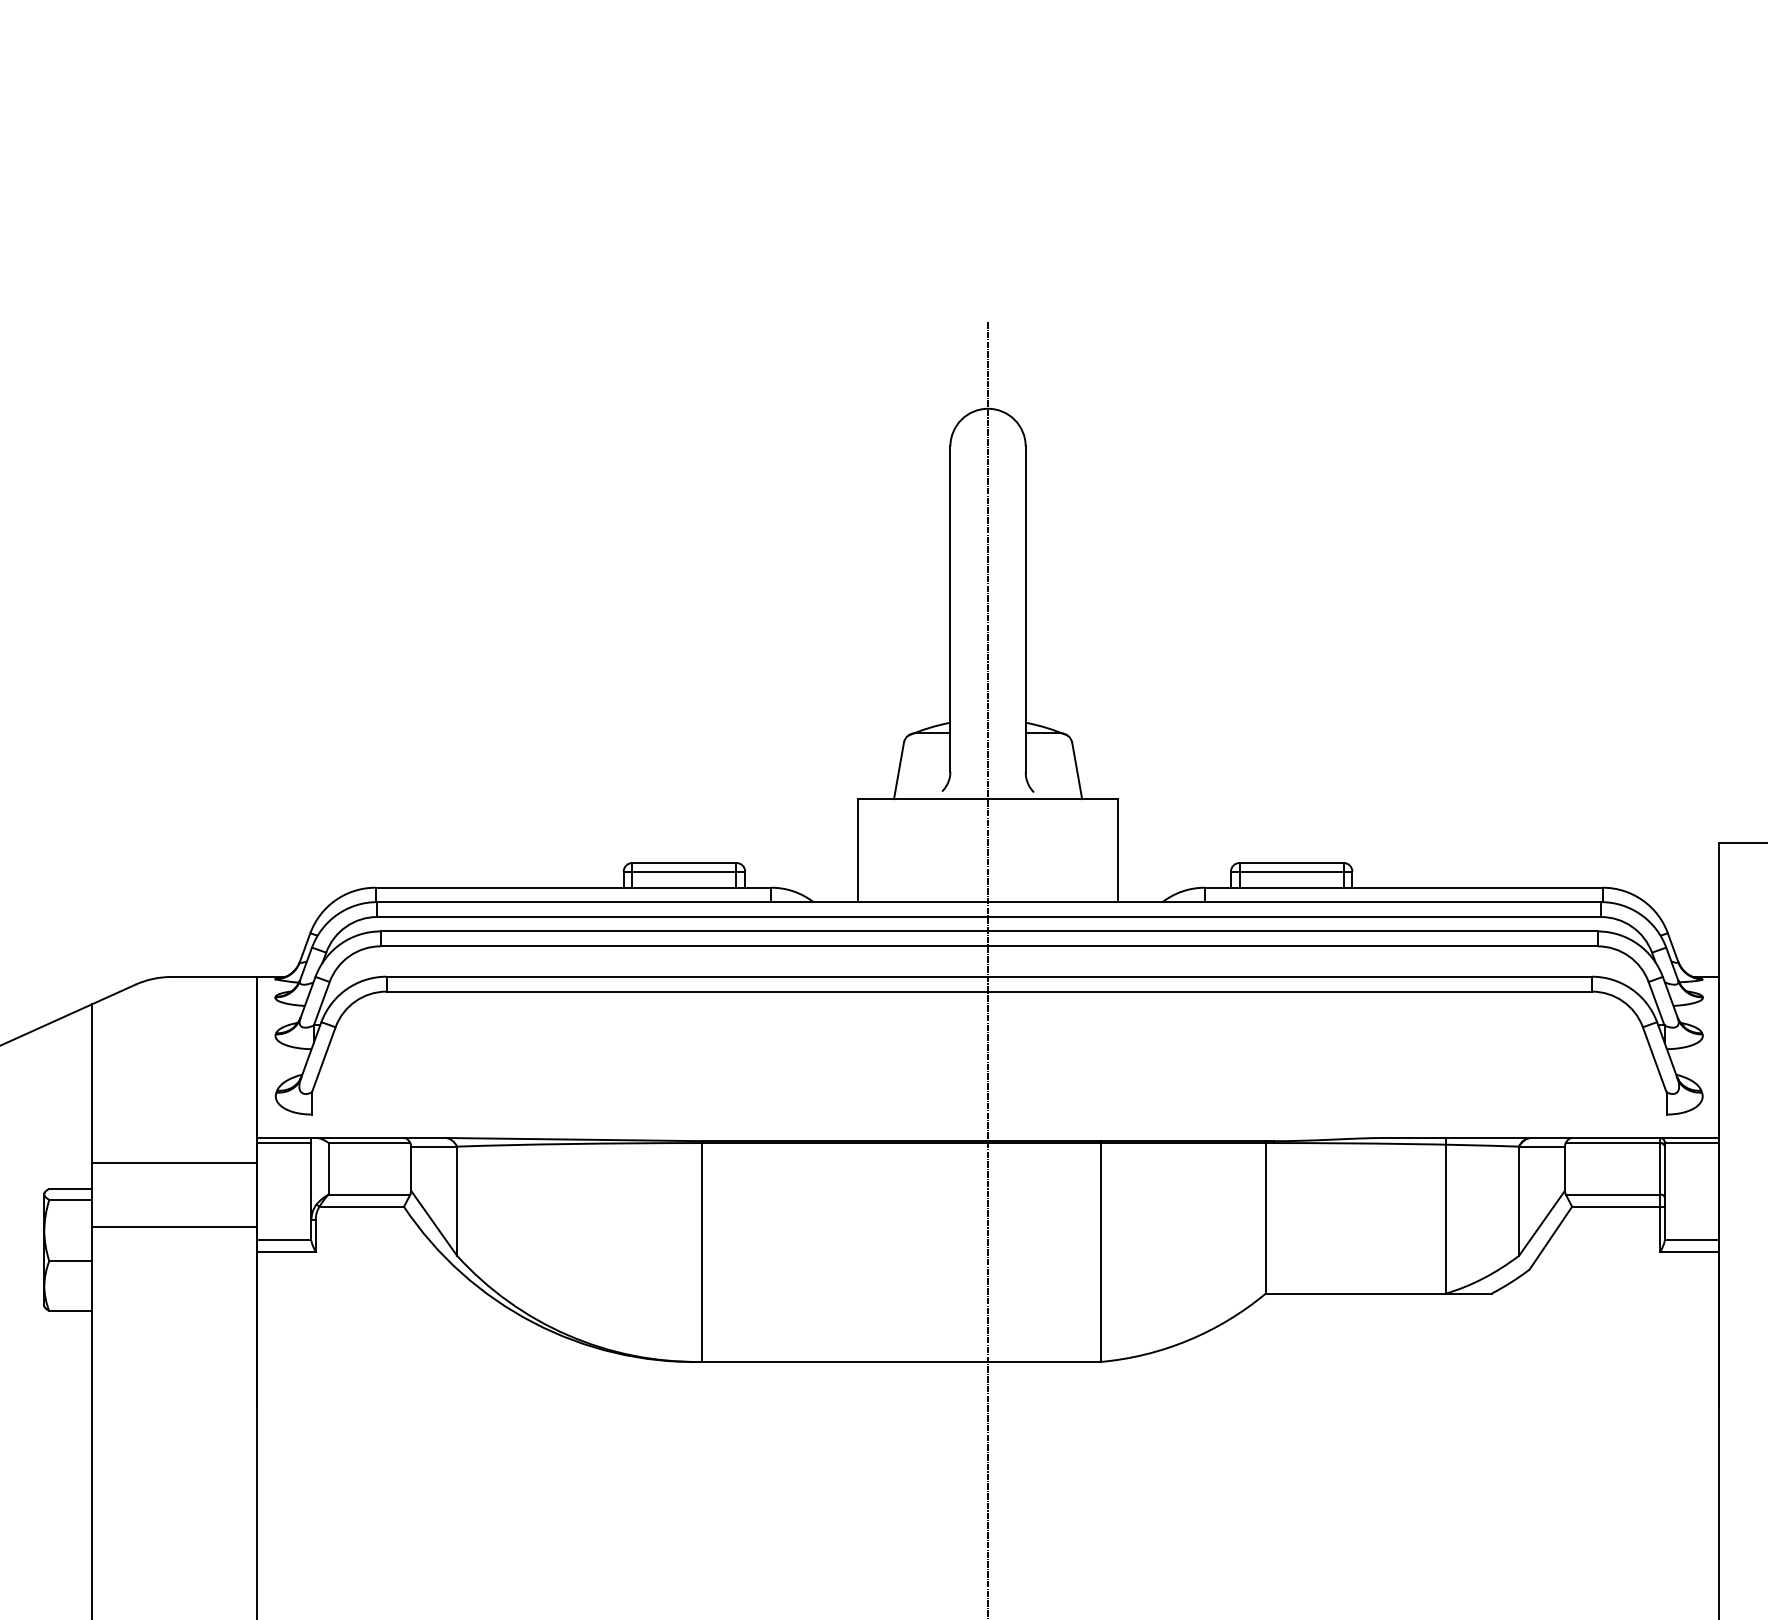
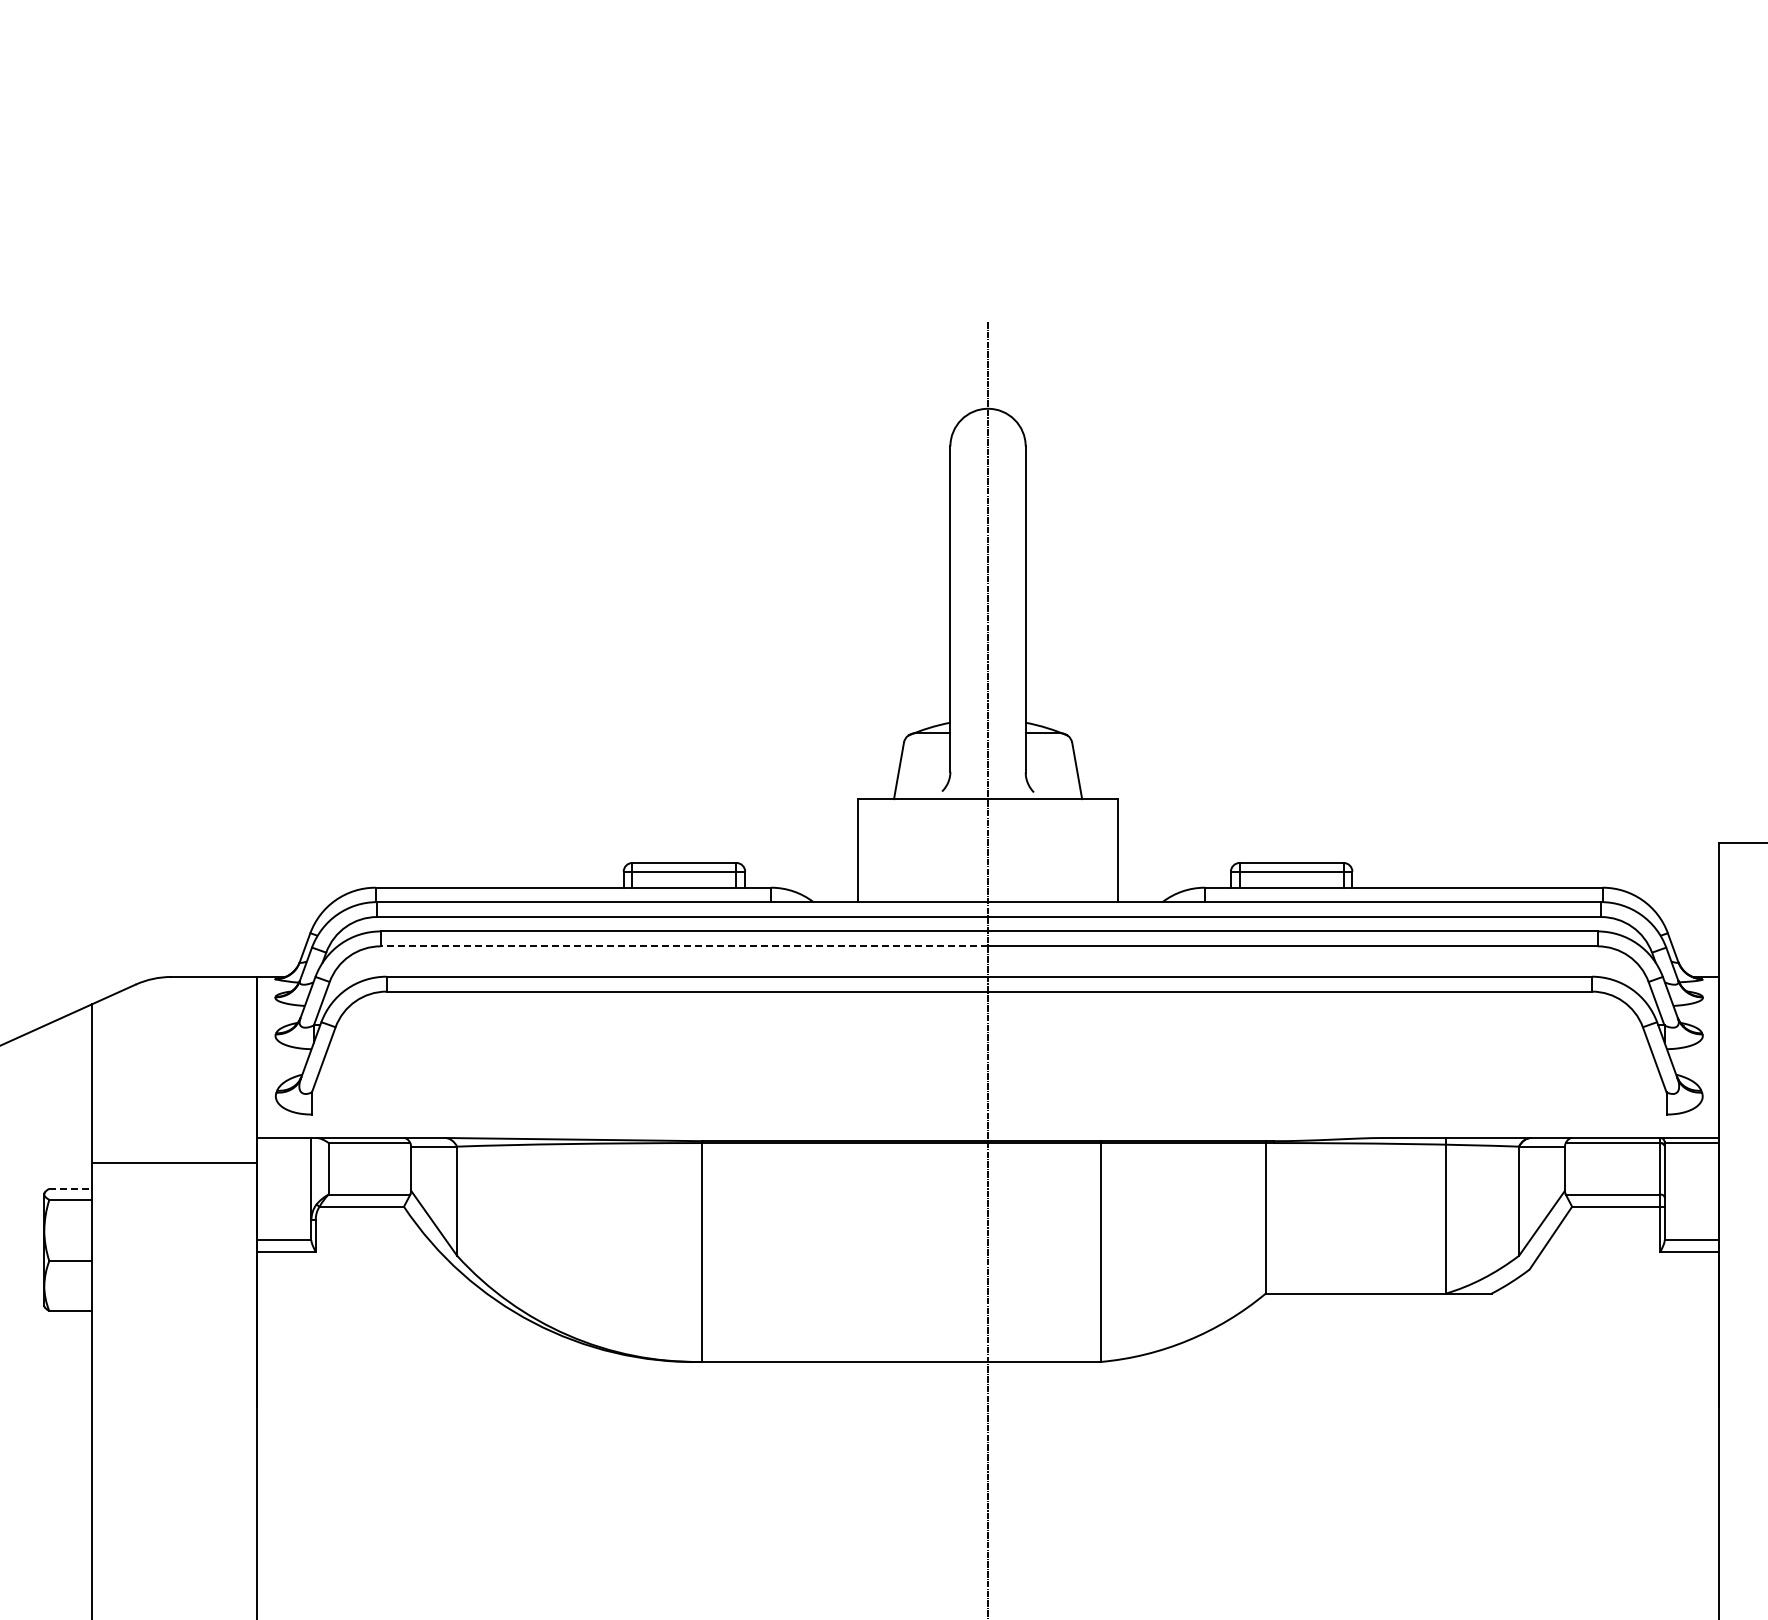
line at (684, 946): solid -> dashed
line at (283, 1142): present -> none
line at (71, 1188): solid -> dashed
line at (173, 1227): present -> none
